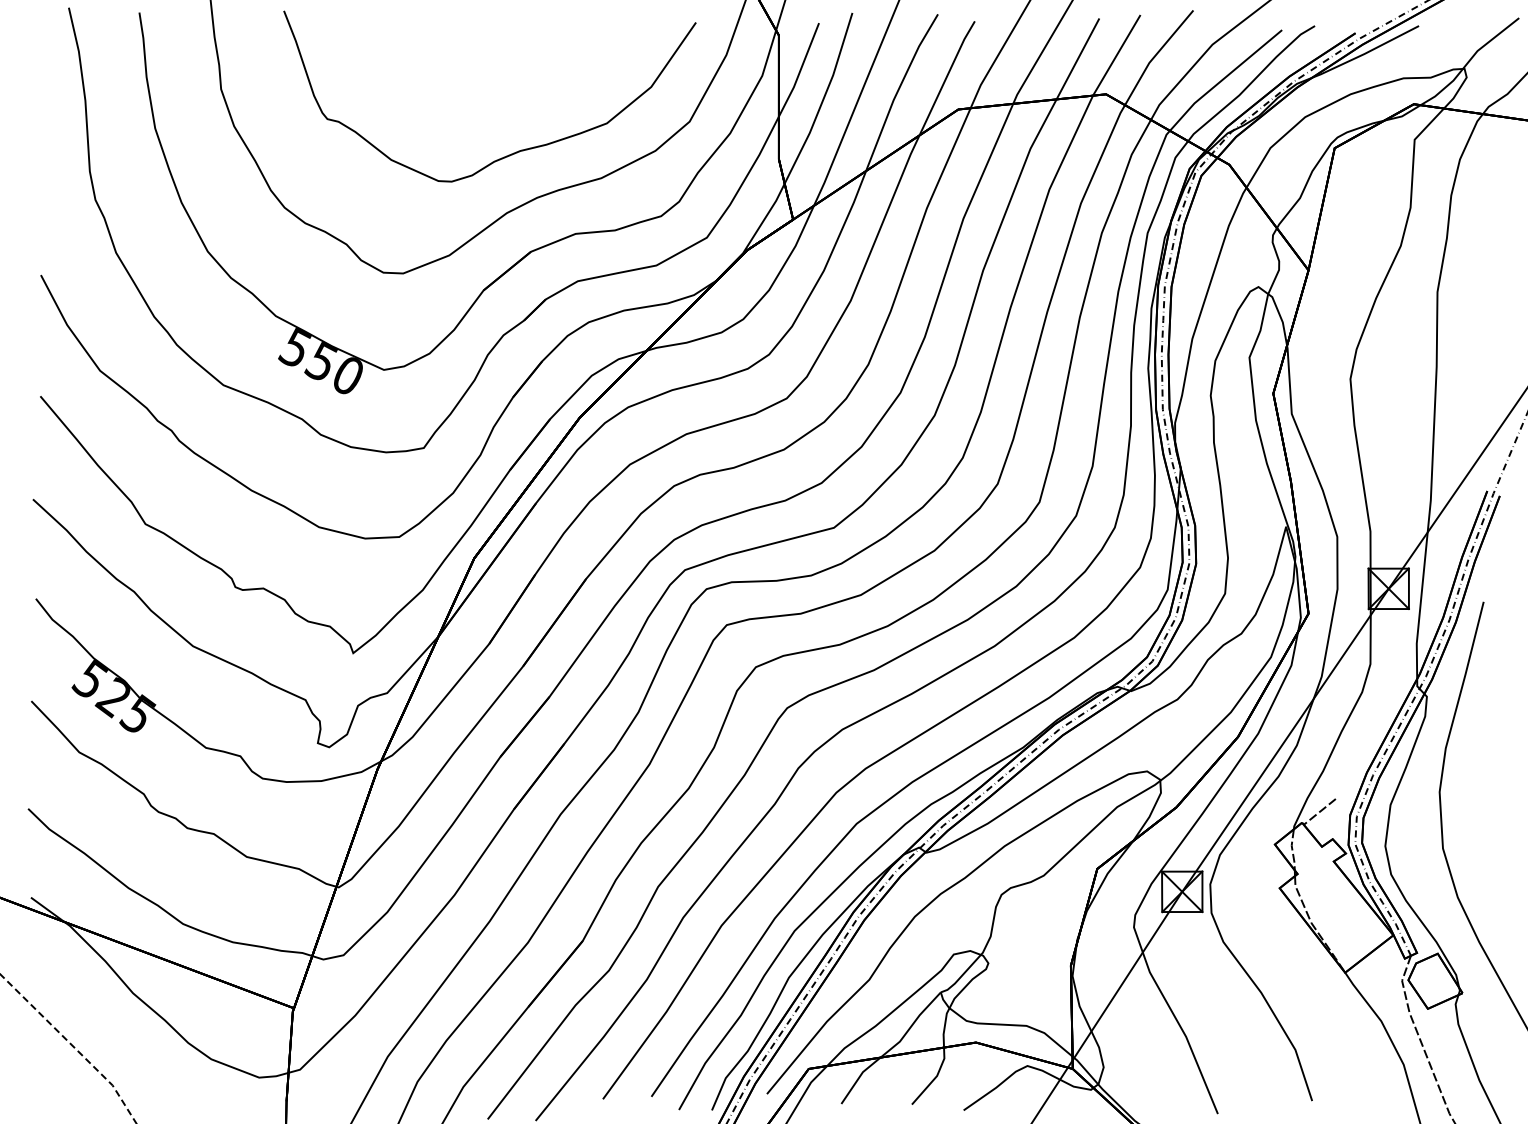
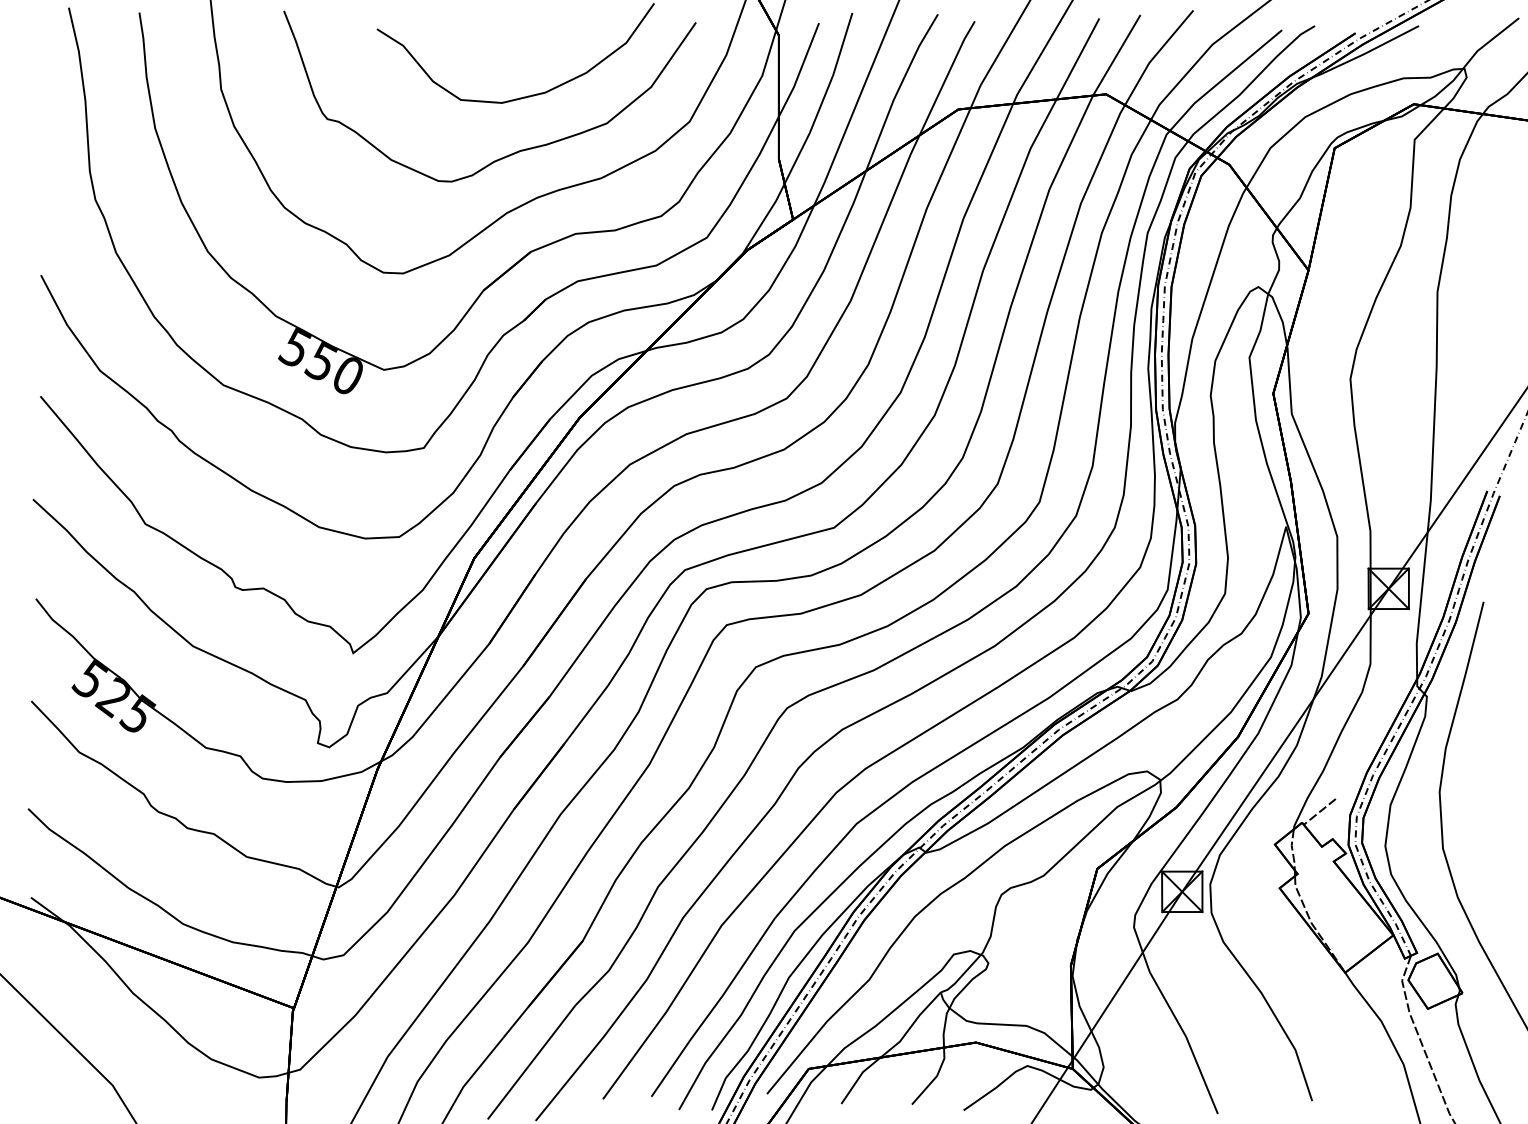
curve at (523, 96): none -> present
line at (73, 1046): dashed -> solid
